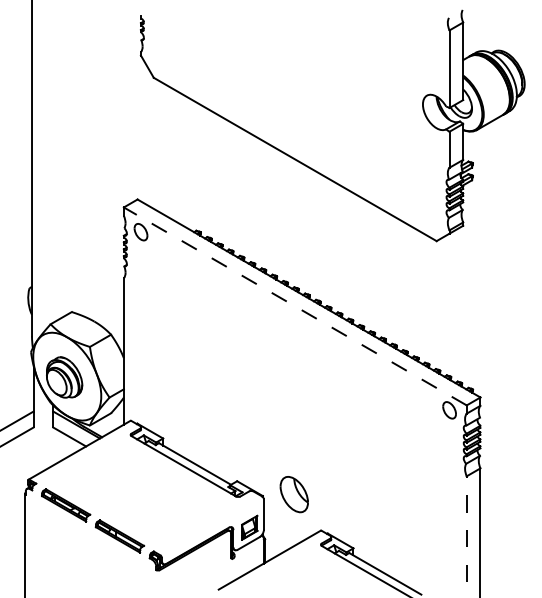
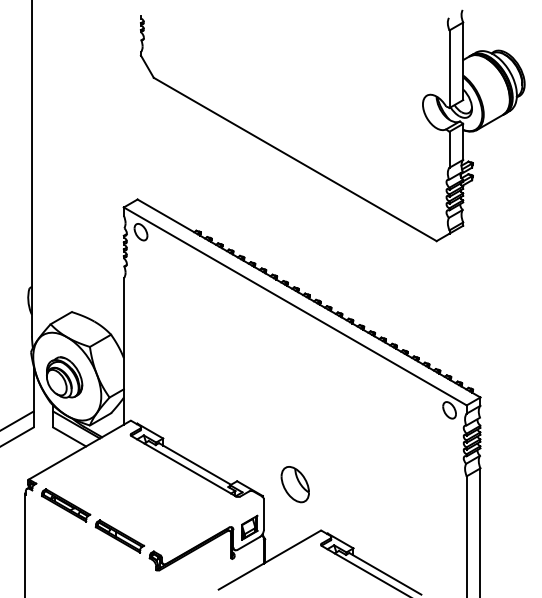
line at (295, 306): dashed -> solid
part at (293, 494) position: (293, 494) -> (294, 484)
line at (466, 536): dashed -> solid
